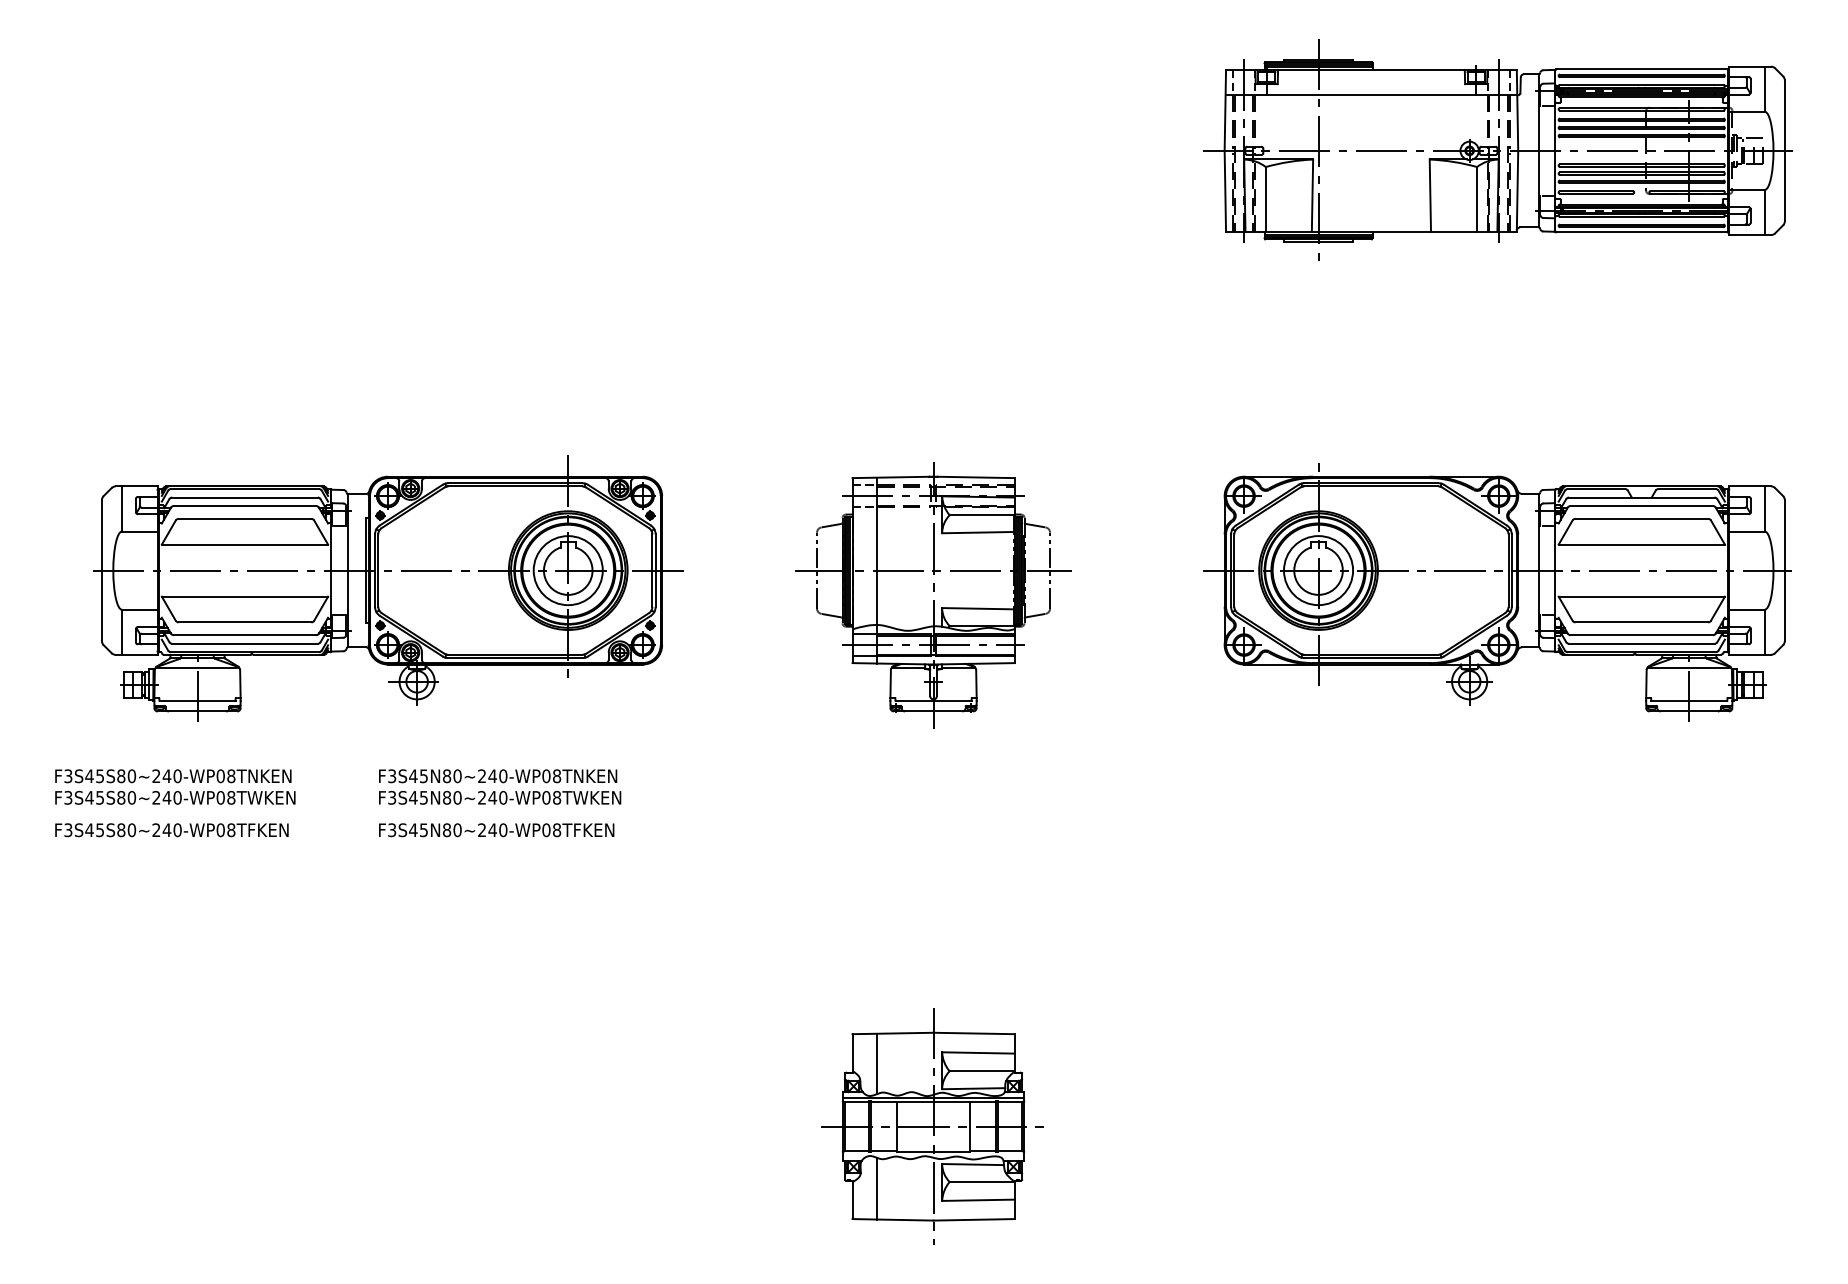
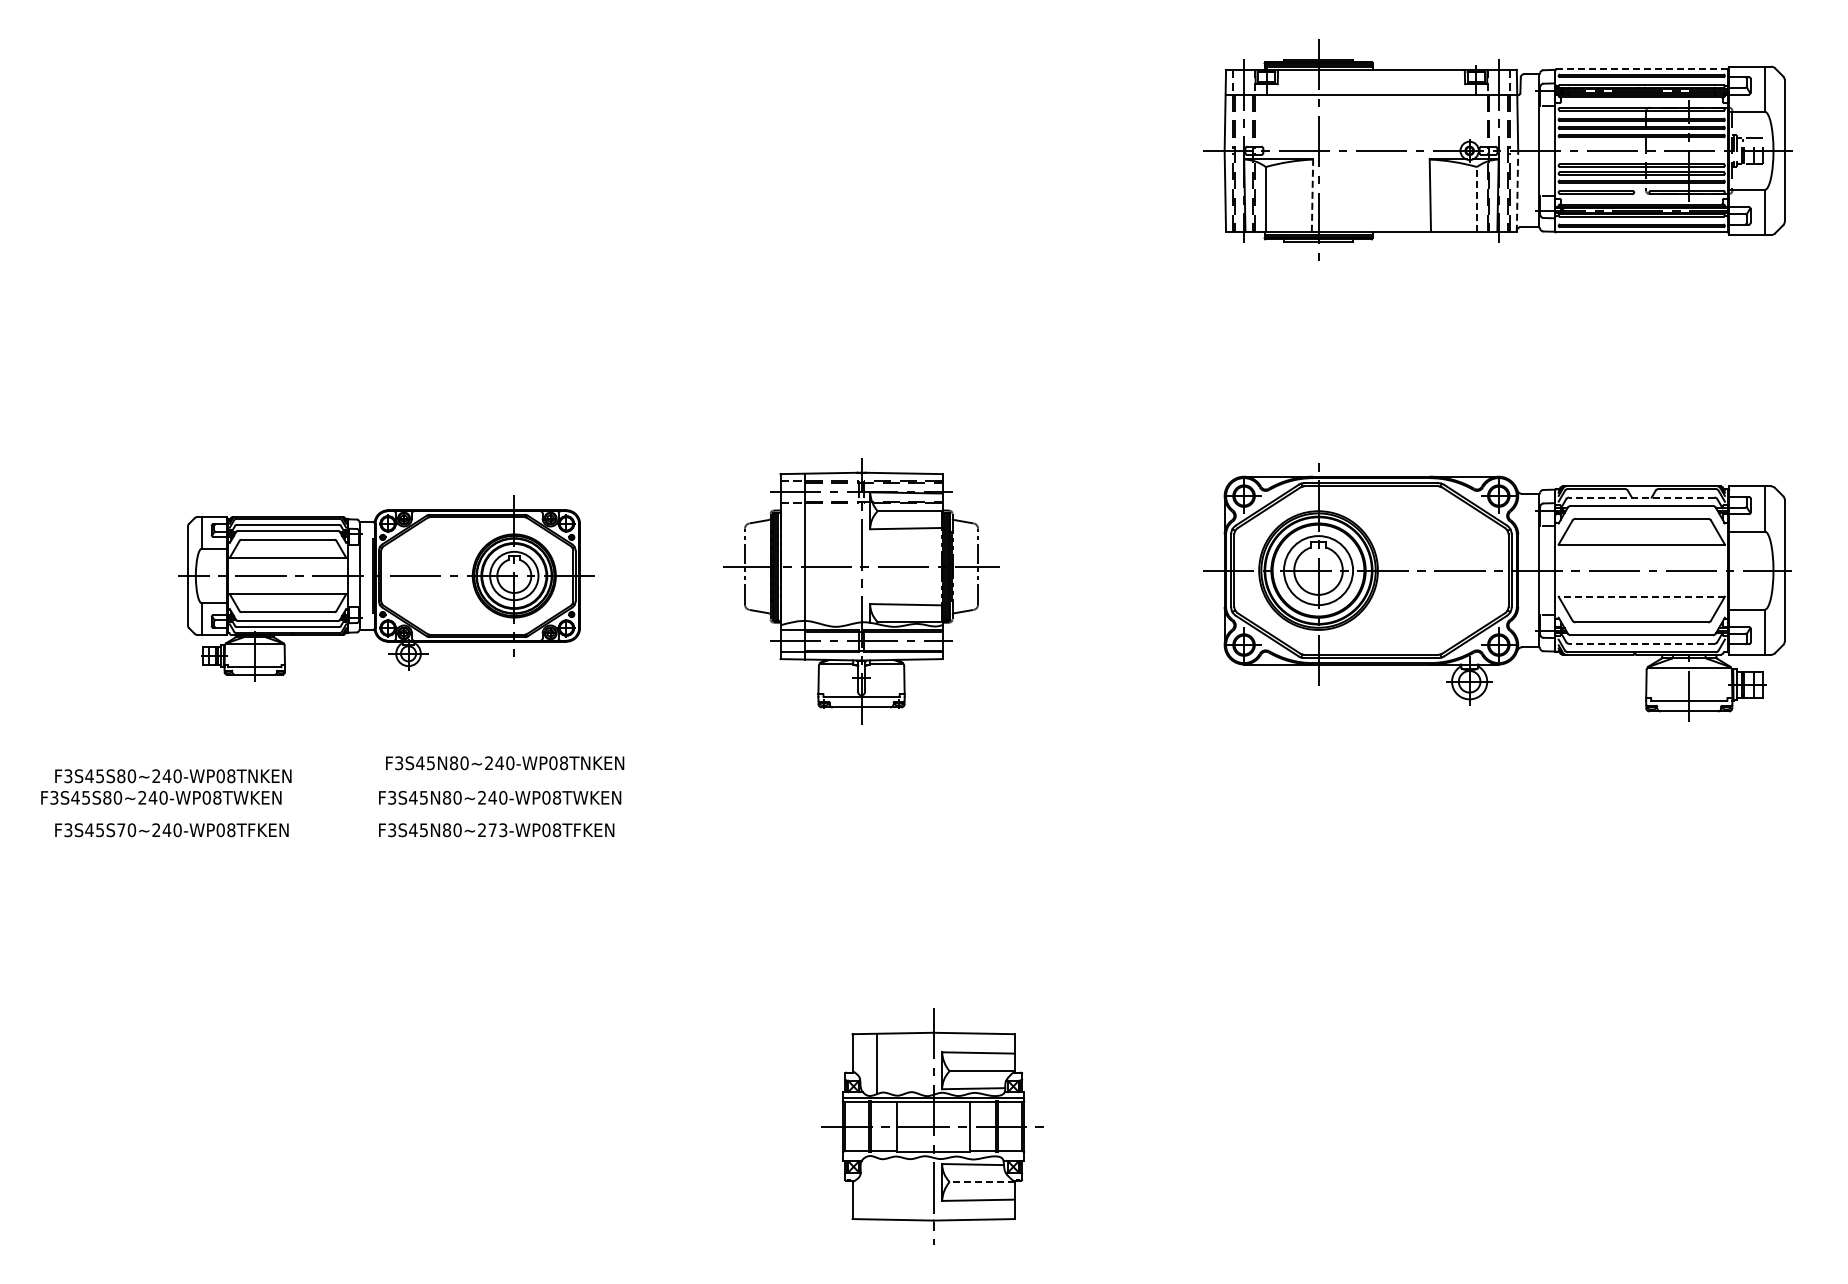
line at (1641, 69): solid -> dashed
line at (1517, 190): solid -> dashed
line at (1312, 195): solid -> dashed
line at (1477, 198): solid -> dashed
line at (1641, 497): solid -> dashed
part at (388, 588) size: 591x267 px -> 417x187 px
part at (933, 595) position: (933, 595) -> (861, 591)
line at (1641, 596): solid -> dashed
line at (1641, 643): solid -> dashed
text at (498, 776) position: (498, 776) -> (505, 763)
text at (175, 797) position: (175, 797) -> (161, 797)
text at (121, 830): F3S45S80~240-WP08TFKEN -> F3S45S70~240-WP08TFKEN
text at (497, 830): F3S45N80~240-WP08TFKEN -> F3S45N80~273-WP08TFKEN
line at (981, 1181): solid -> dashed
line at (877, 1188): present -> none
